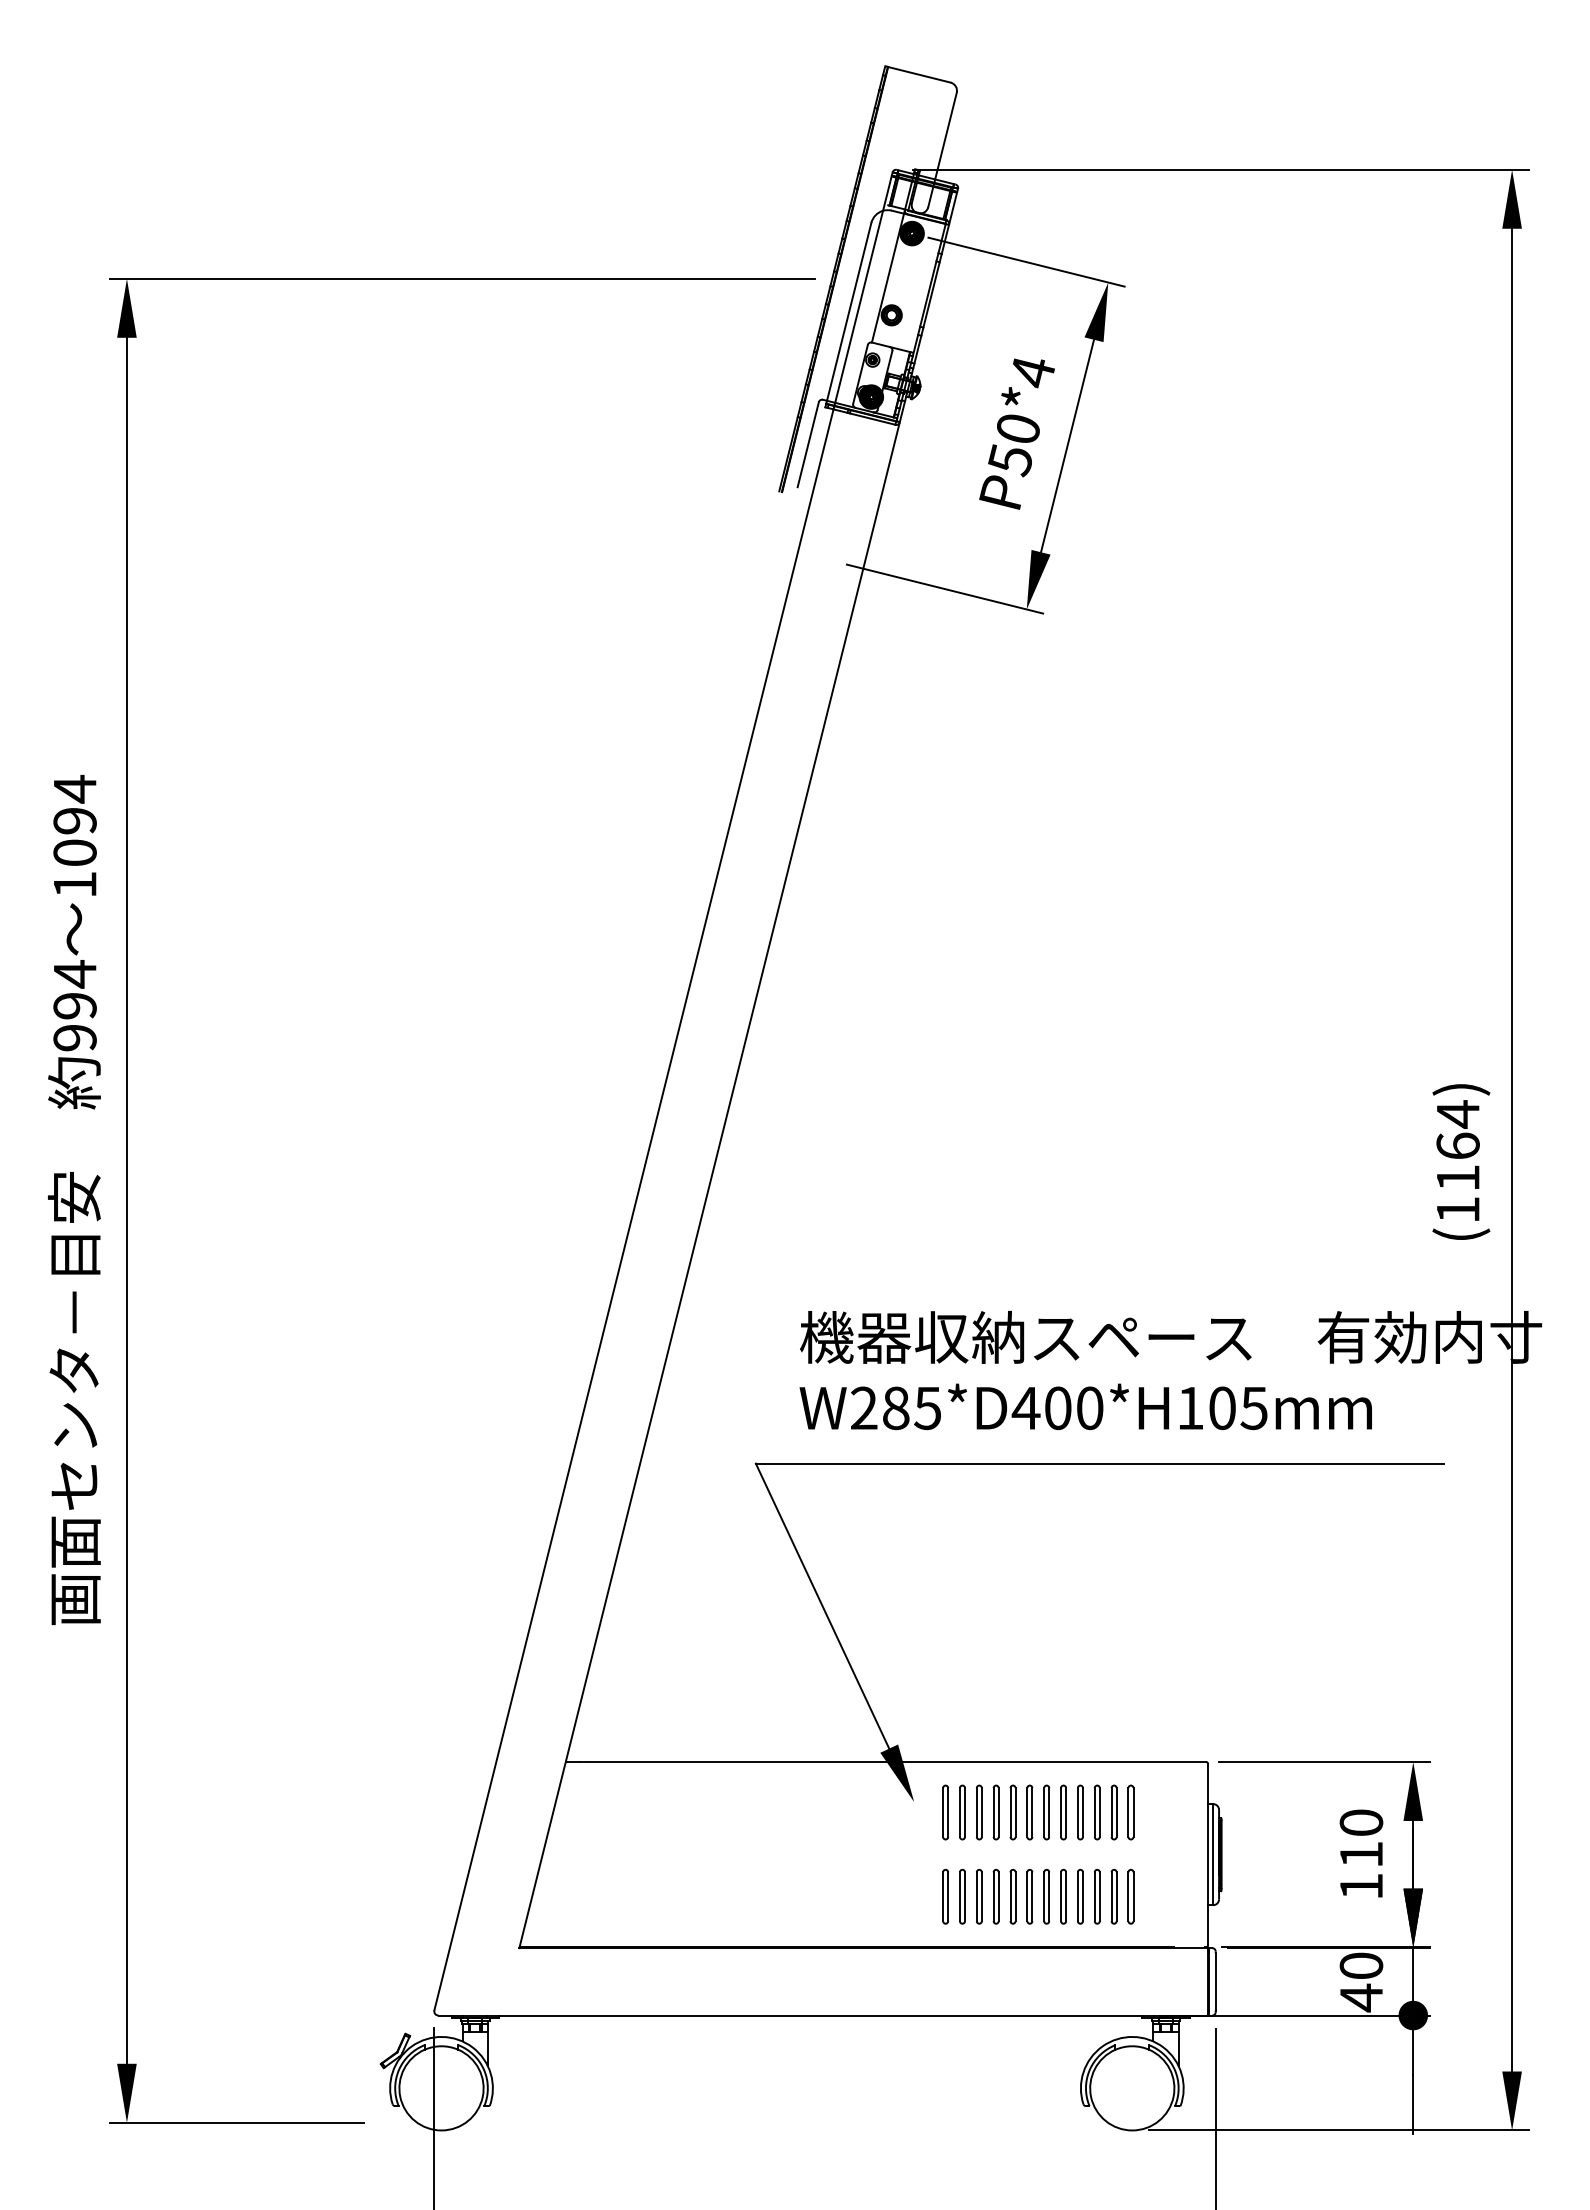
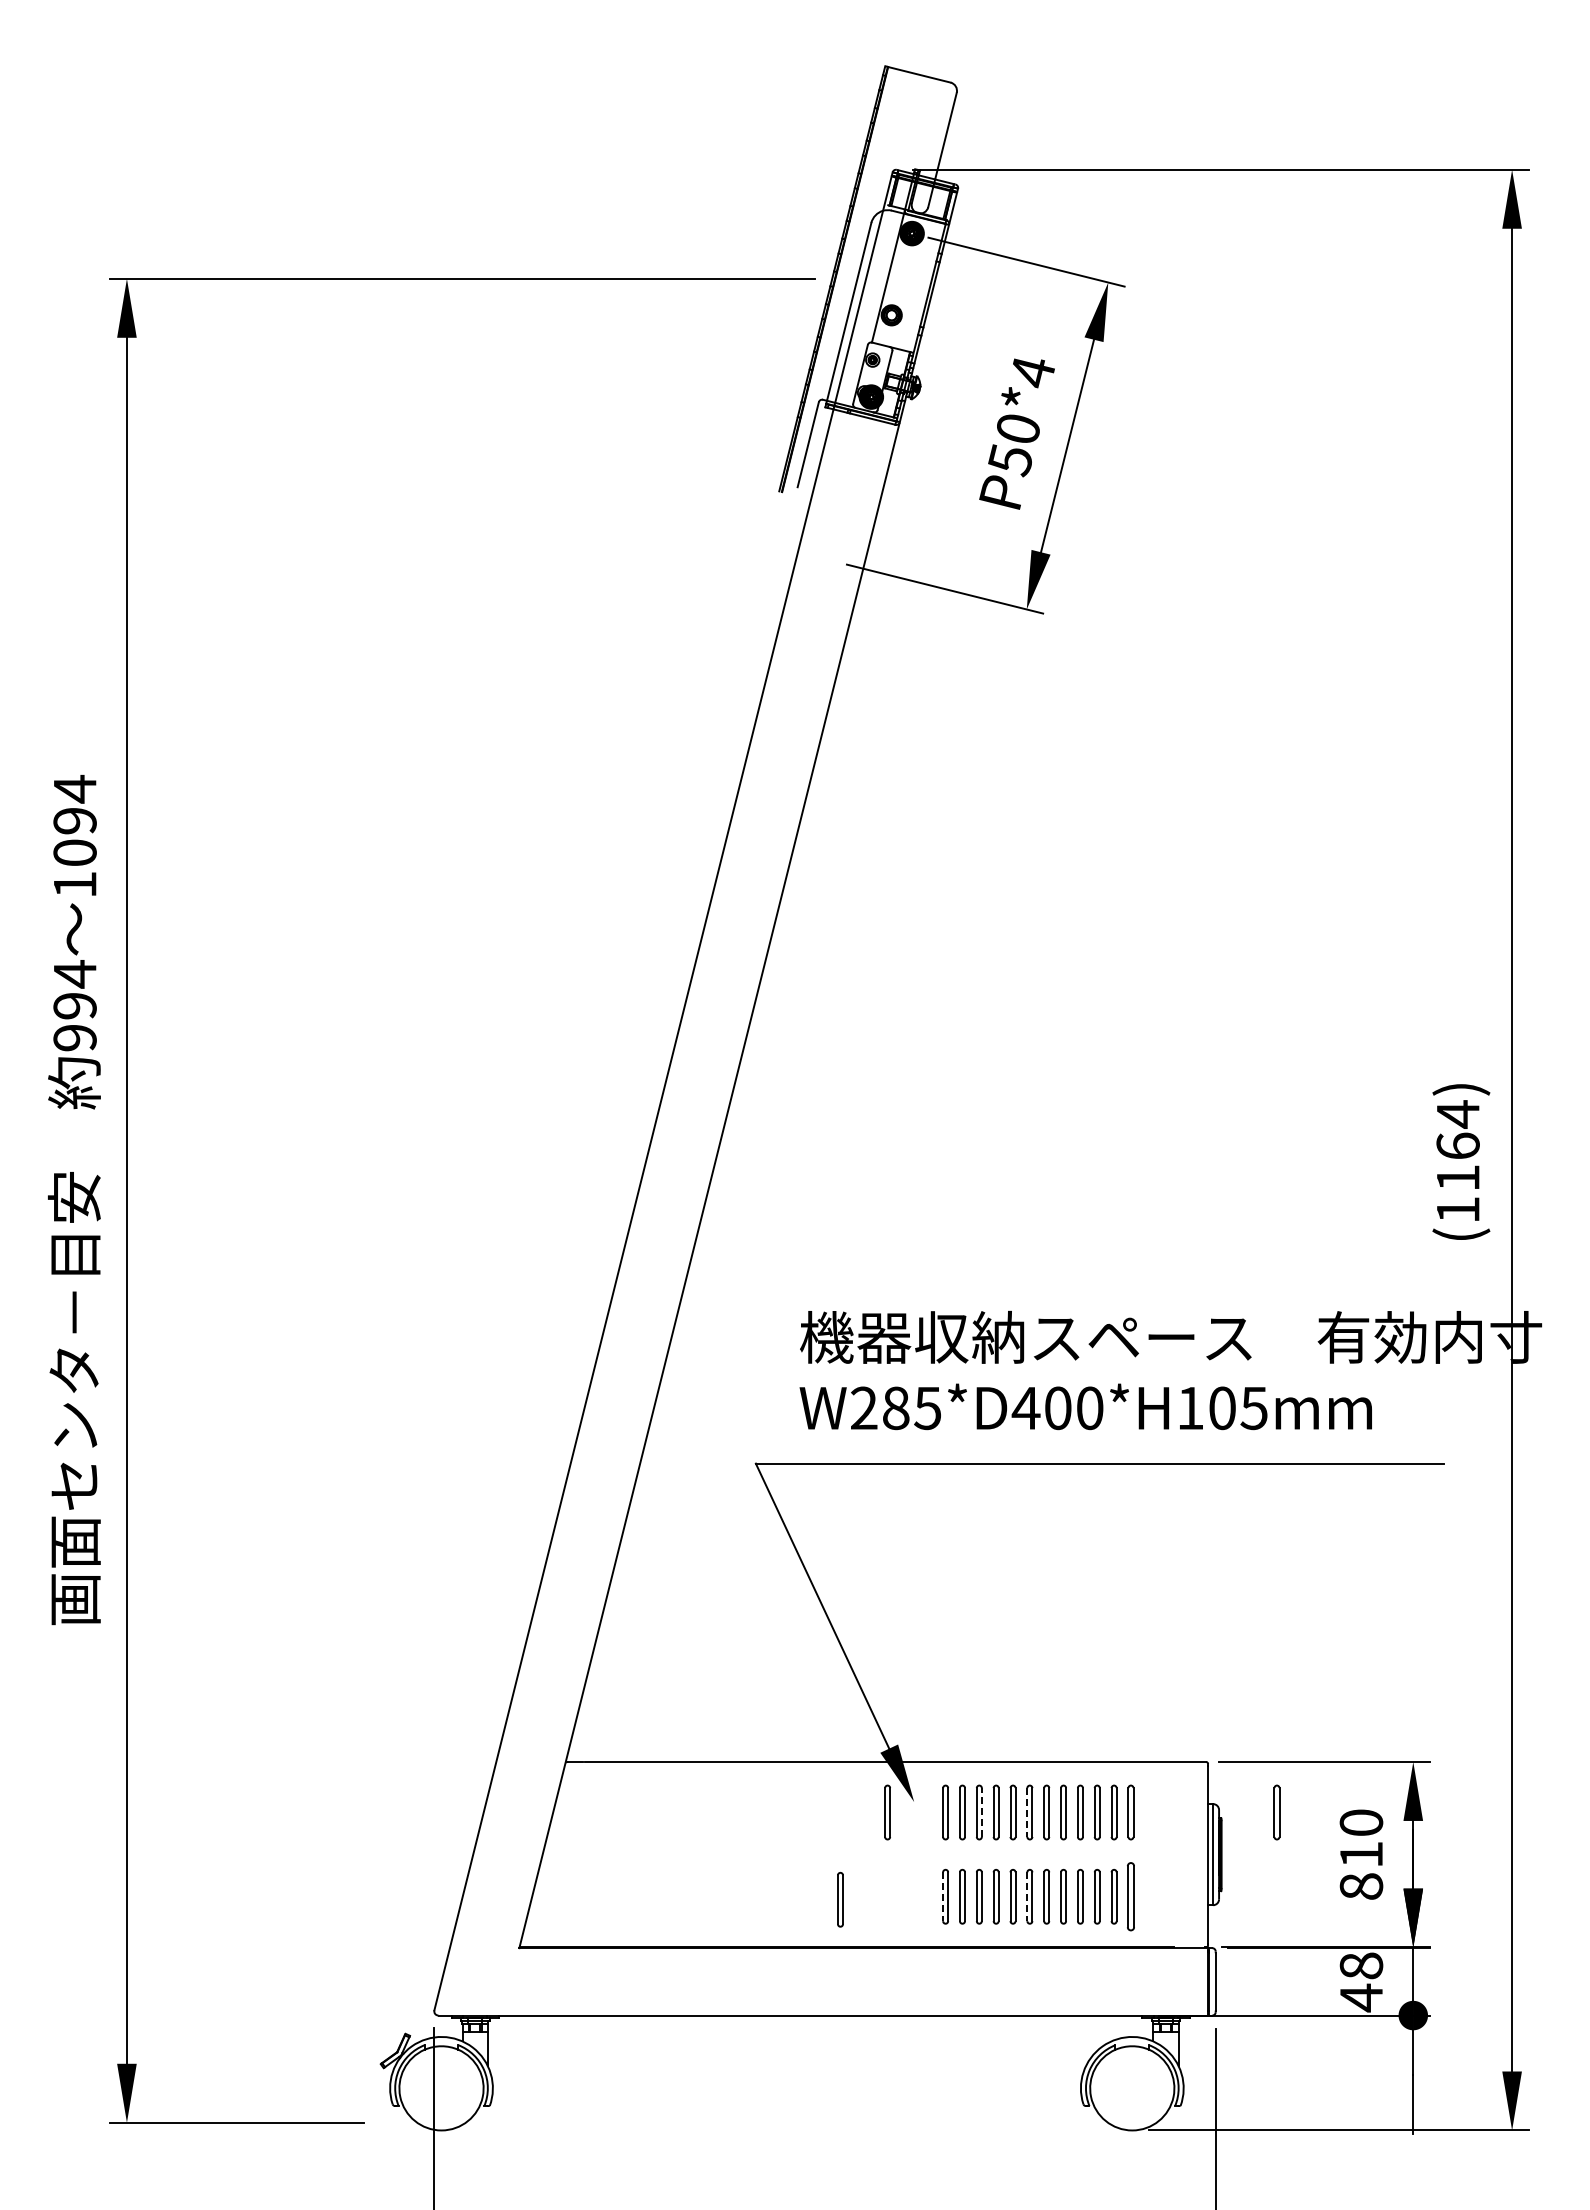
part at (887, 1812): none -> present
line at (981, 1812): solid -> dashed
part at (1276, 1812): none -> present
line at (1027, 1813): solid -> dashed
text at (1361, 1886): 110 -> 810
part at (1130, 1896) size: 8x56 px -> 8x70 px
line at (943, 1897): solid -> dashed
line at (1027, 1897): solid -> dashed
part at (840, 1899): none -> present
text at (1361, 1965): 40 -> 48
